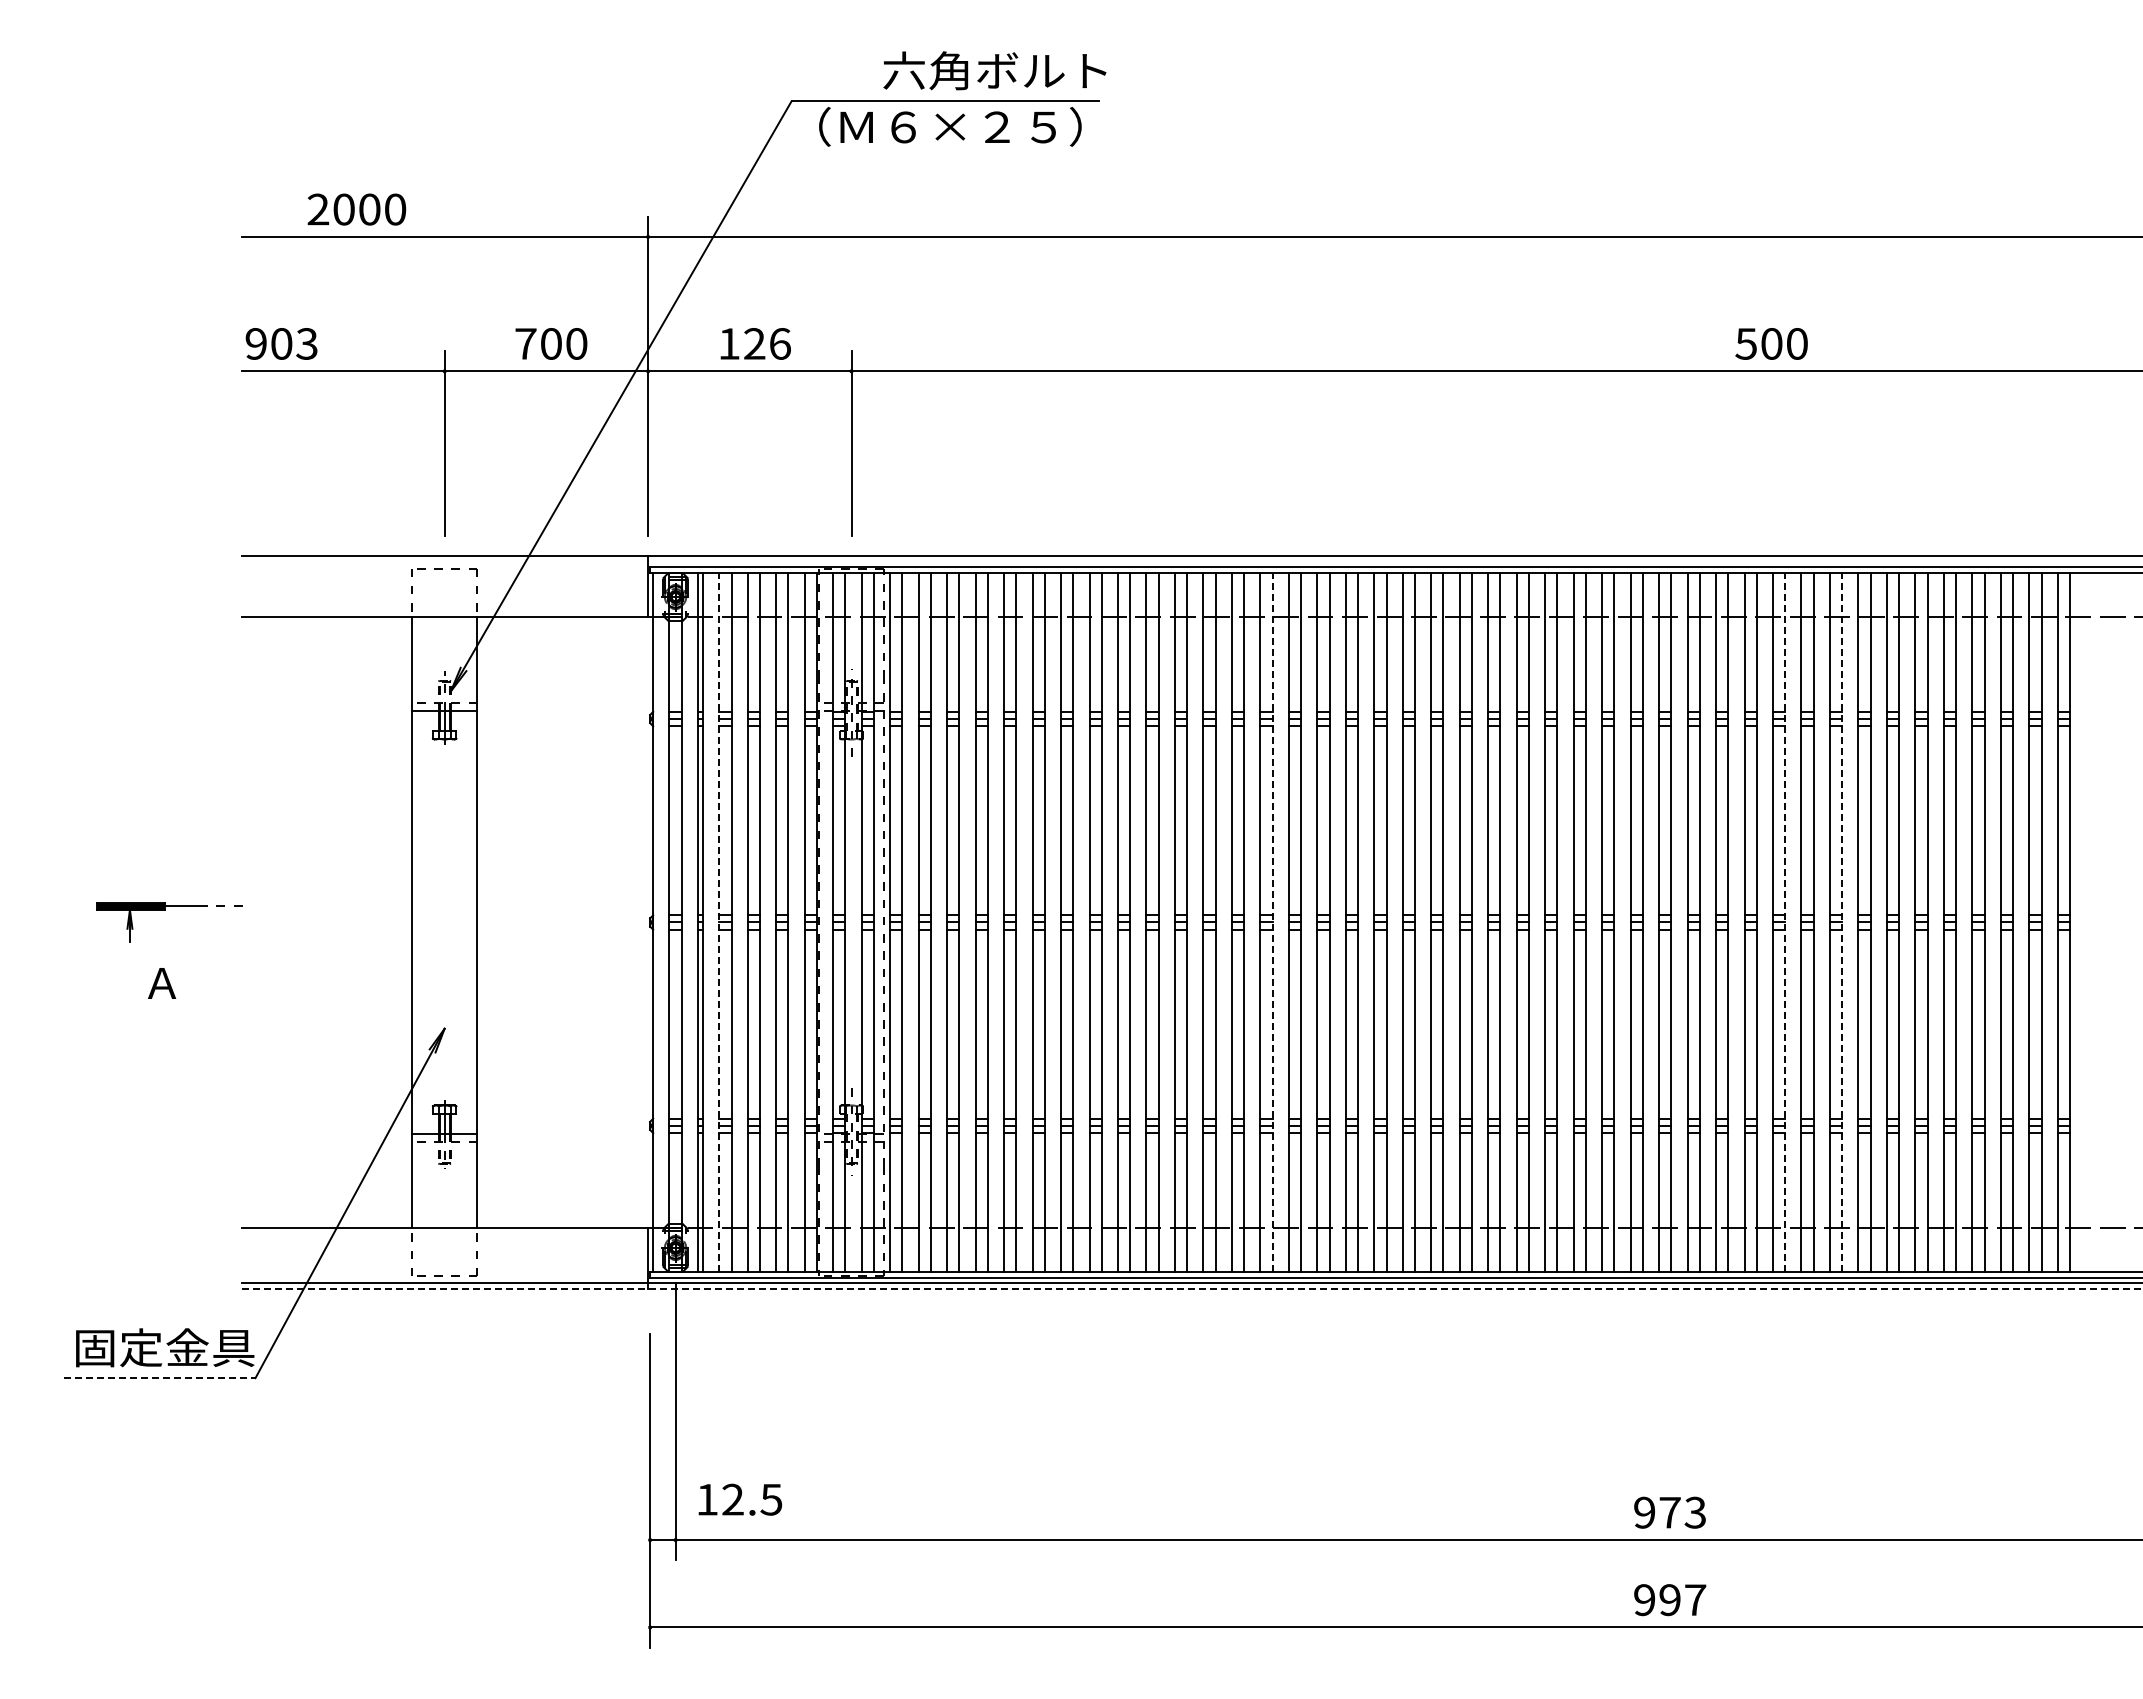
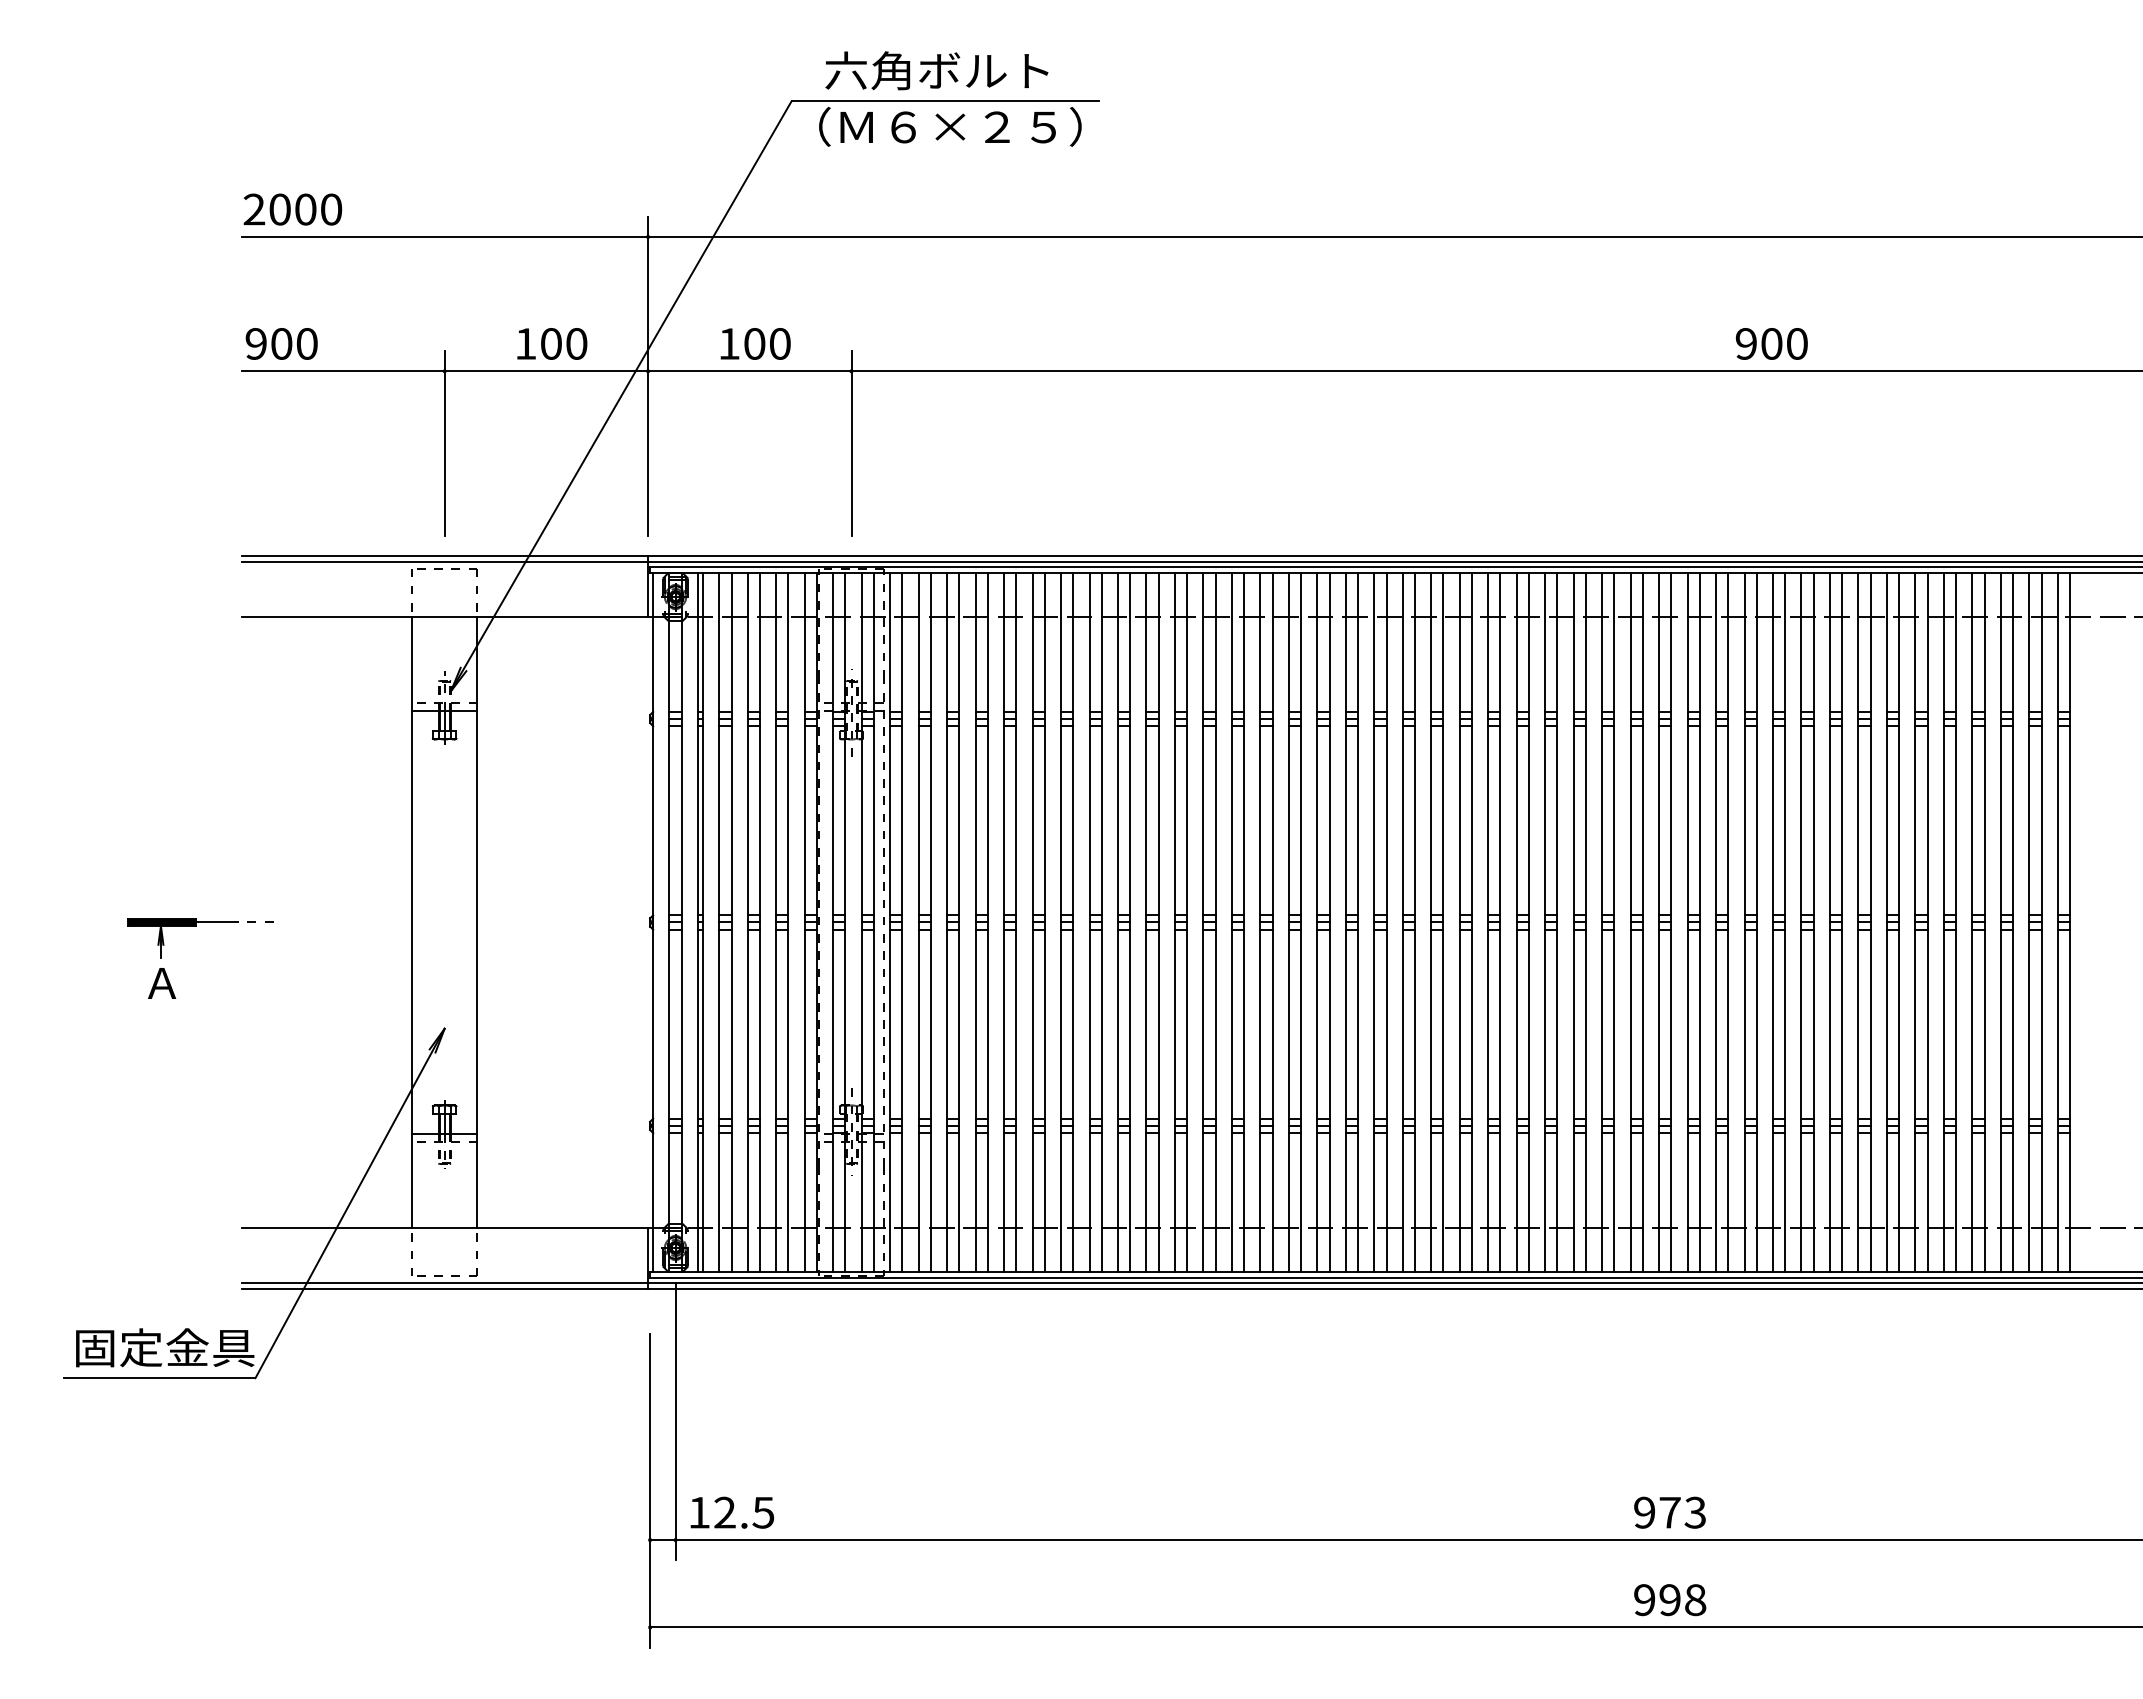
text at (994, 70) position: (994, 70) -> (936, 70)
text at (356, 209) position: (356, 209) -> (292, 209)
text at (306, 343): 903 -> 900
text at (525, 343): 700 -> 100
text at (767, 343): 126 -> 100
text at (1745, 343): 500 -> 900
line at (1190, 562): none -> present
part at (165, 910) position: (165, 910) -> (196, 926)
line at (719, 922): dashed -> solid
line at (1272, 922): dashed -> solid
line at (1785, 922): dashed -> solid
line at (1842, 922): dashed -> solid
line at (1193, 1288): dashed -> solid
line at (159, 1378): dashed -> solid
text at (740, 1499) position: (740, 1499) -> (732, 1512)
text at (1695, 1600): 997 -> 998
